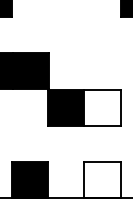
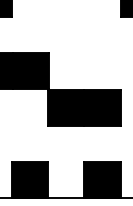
fill at (102, 107): none -> present
fill at (102, 180): none -> present
